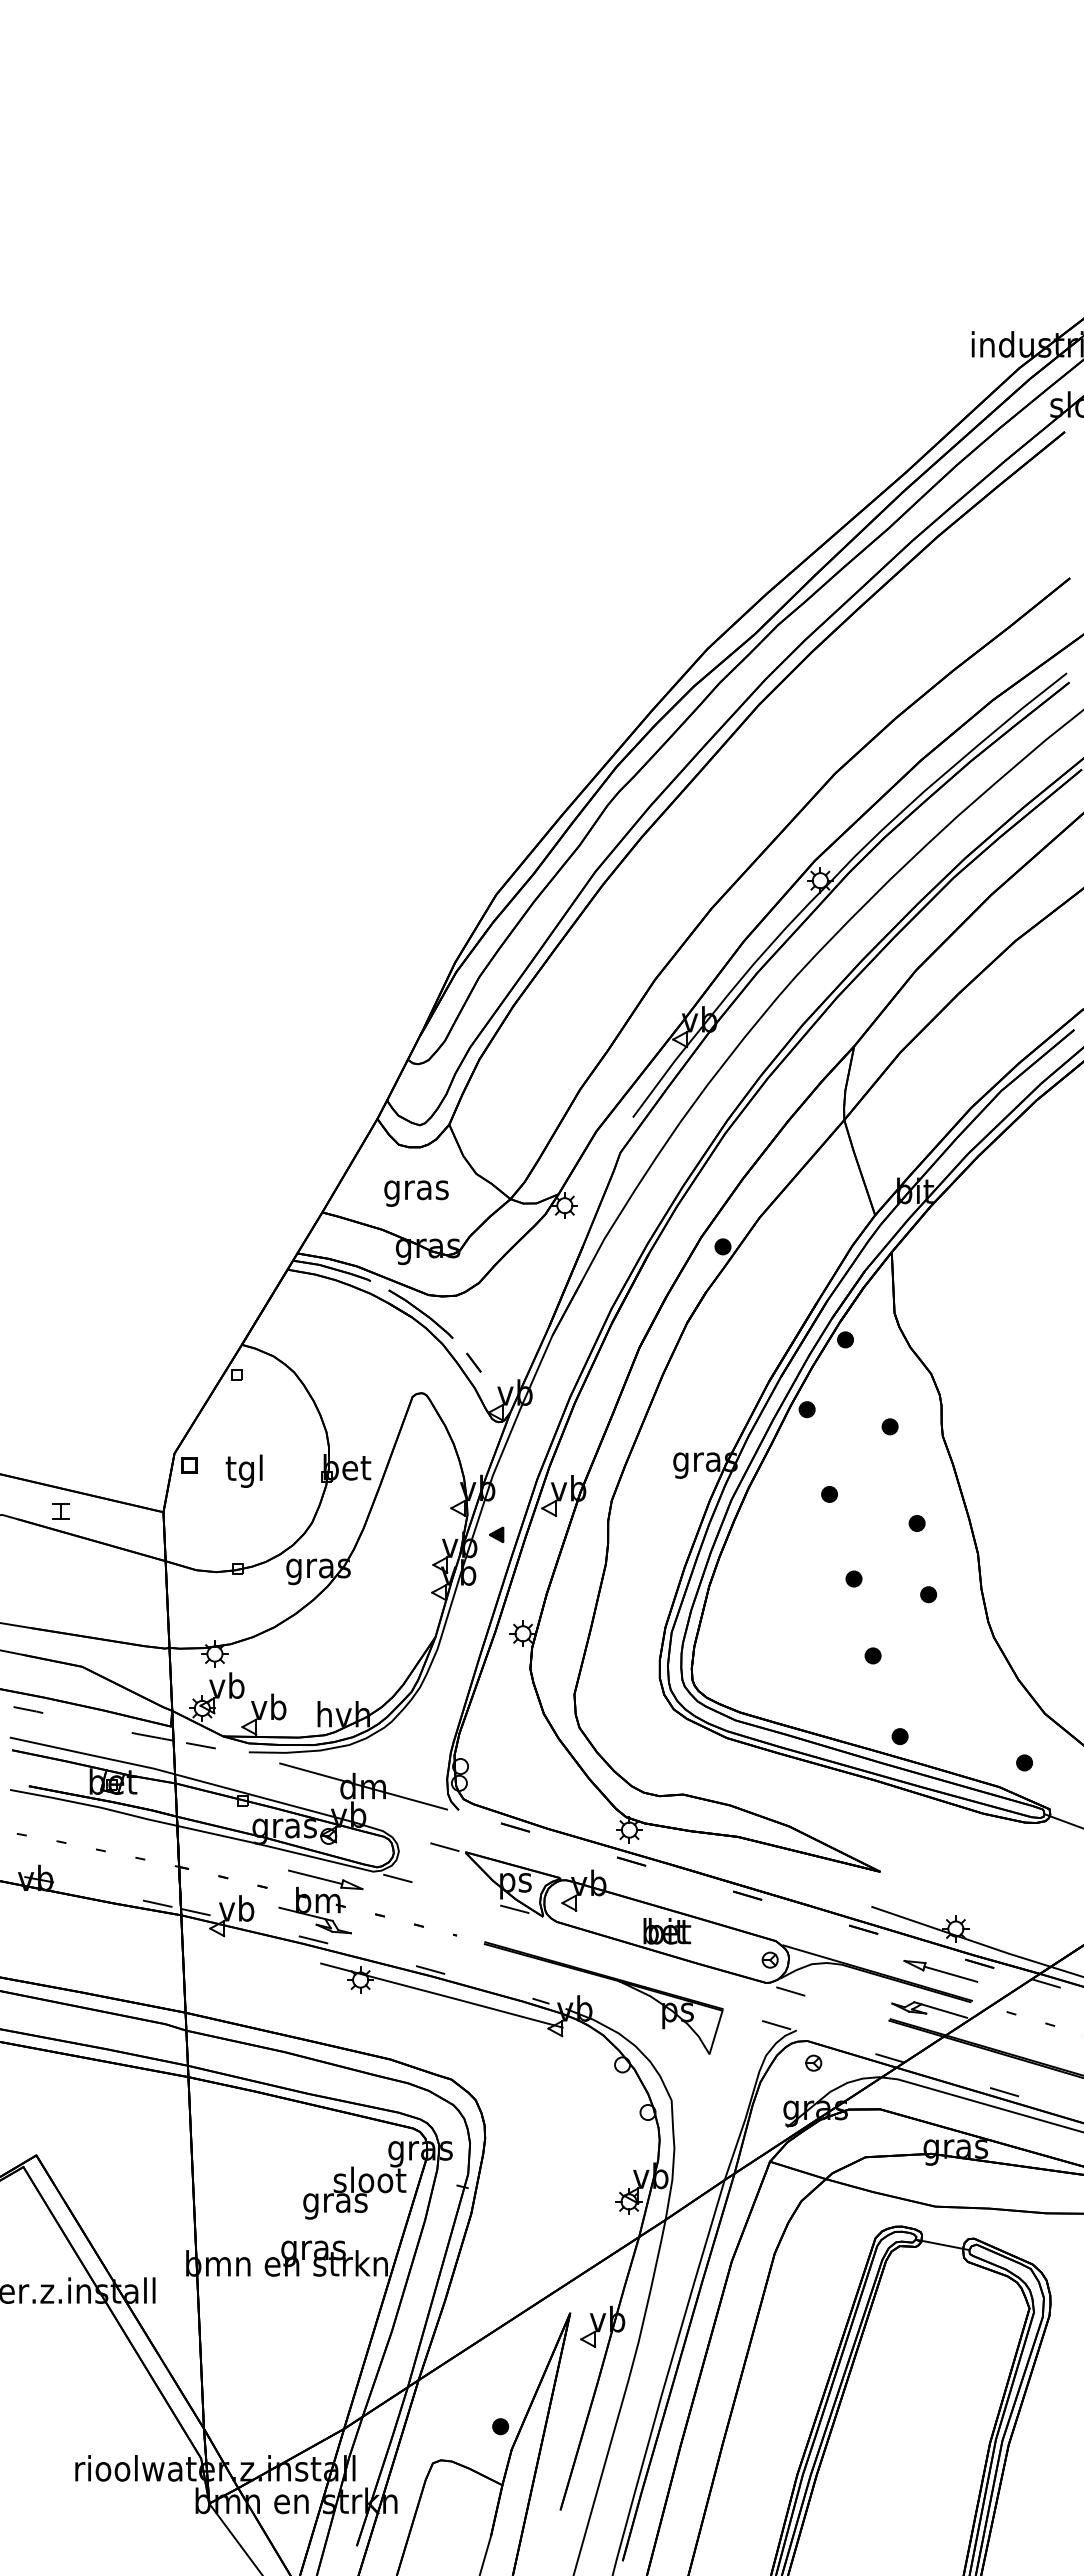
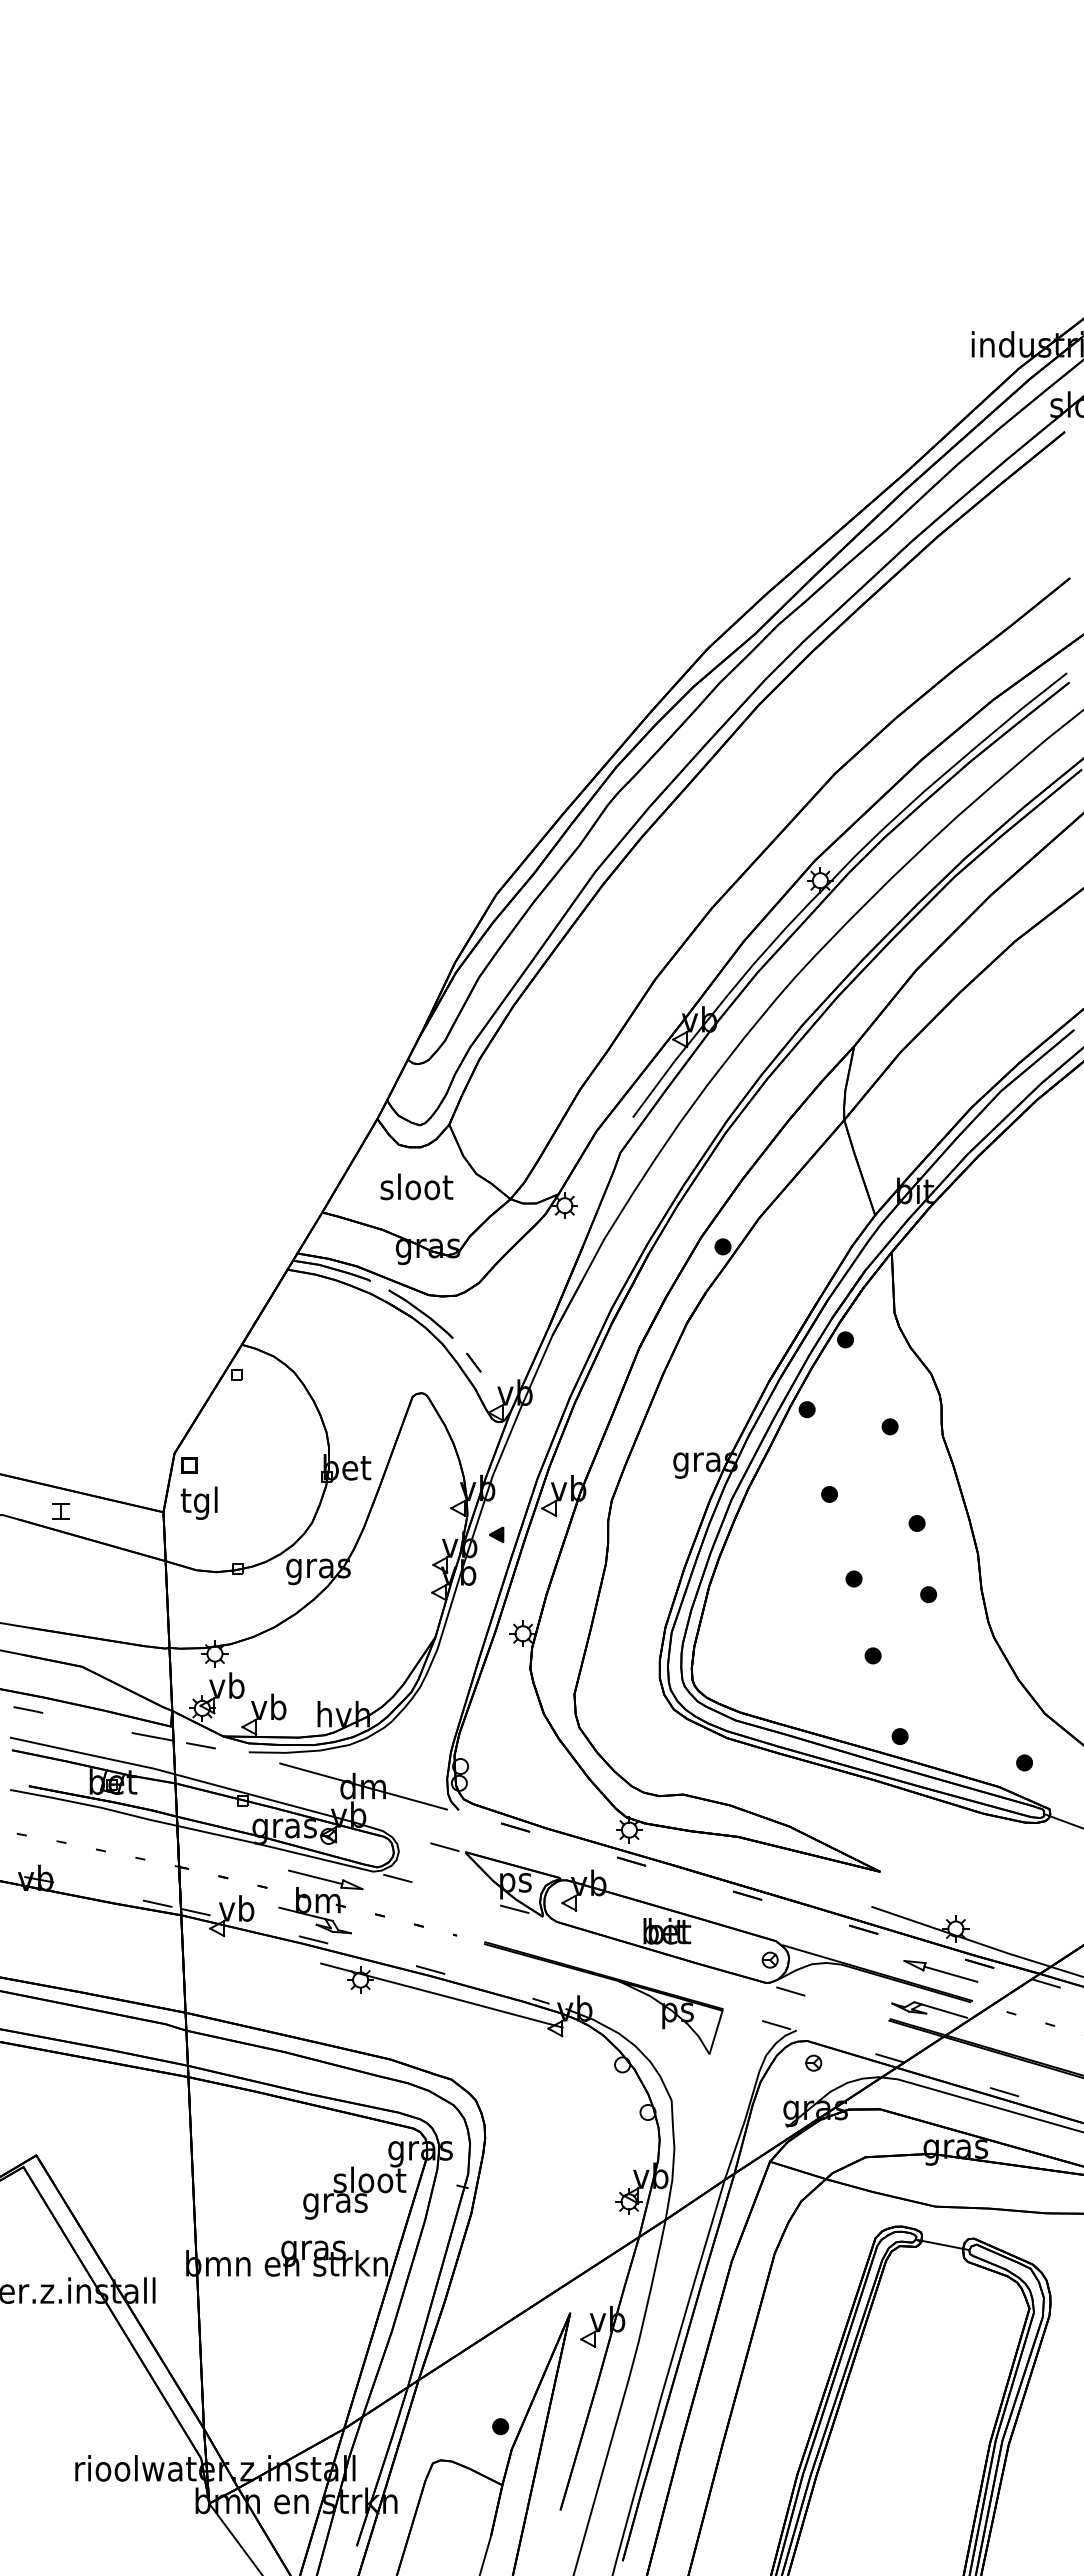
text at (416, 1189): gras -> sloot
text at (243, 1470) position: (243, 1470) -> (198, 1502)
